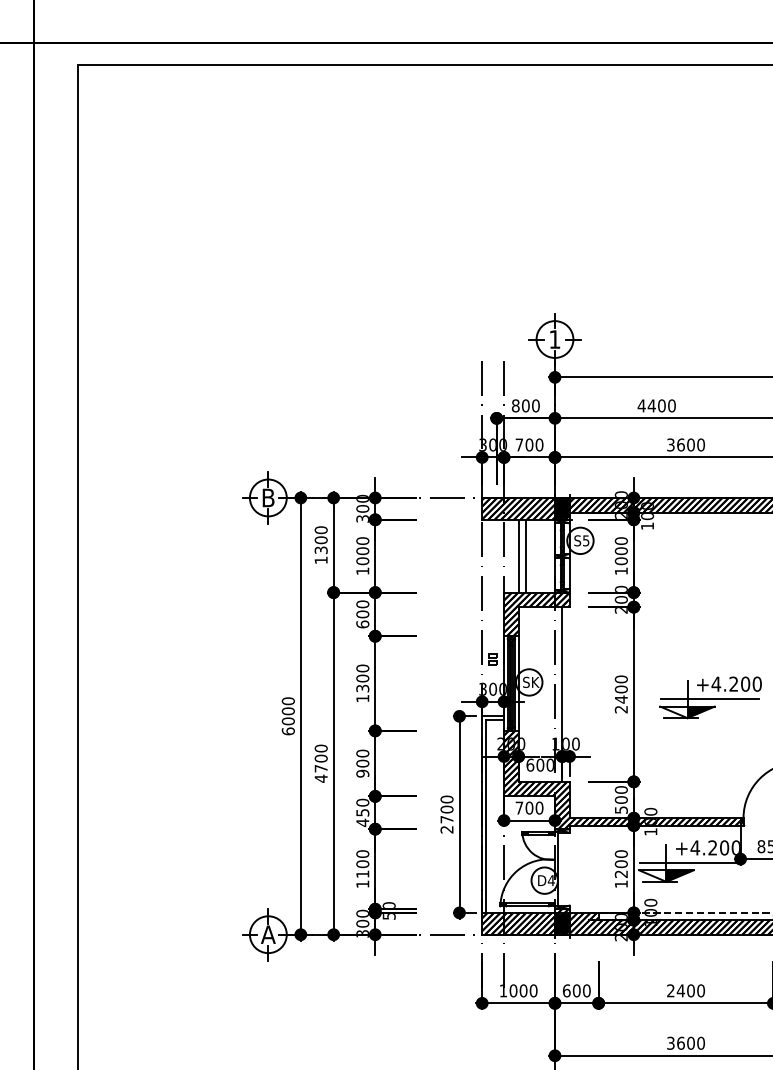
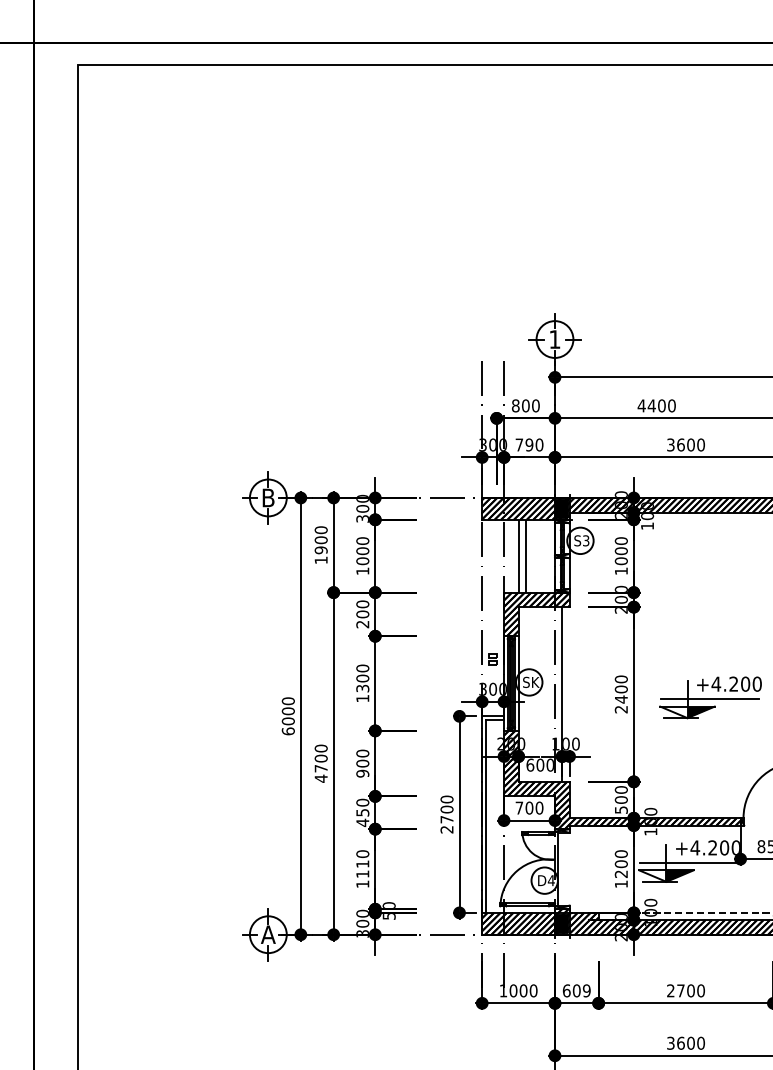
text at (529, 444): 700 -> 790
text at (586, 540): S5 -> S3
text at (320, 550): 1300 -> 1900
text at (362, 624): 600 -> 200
text at (362, 864): 1100 -> 1110
text at (586, 990): 600 -> 609
text at (680, 990): 2400 -> 2700
